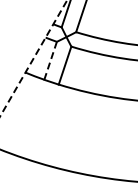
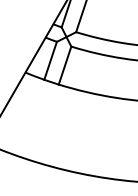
line at (33, 58): dashed -> solid
line at (50, 60): dashed -> solid
